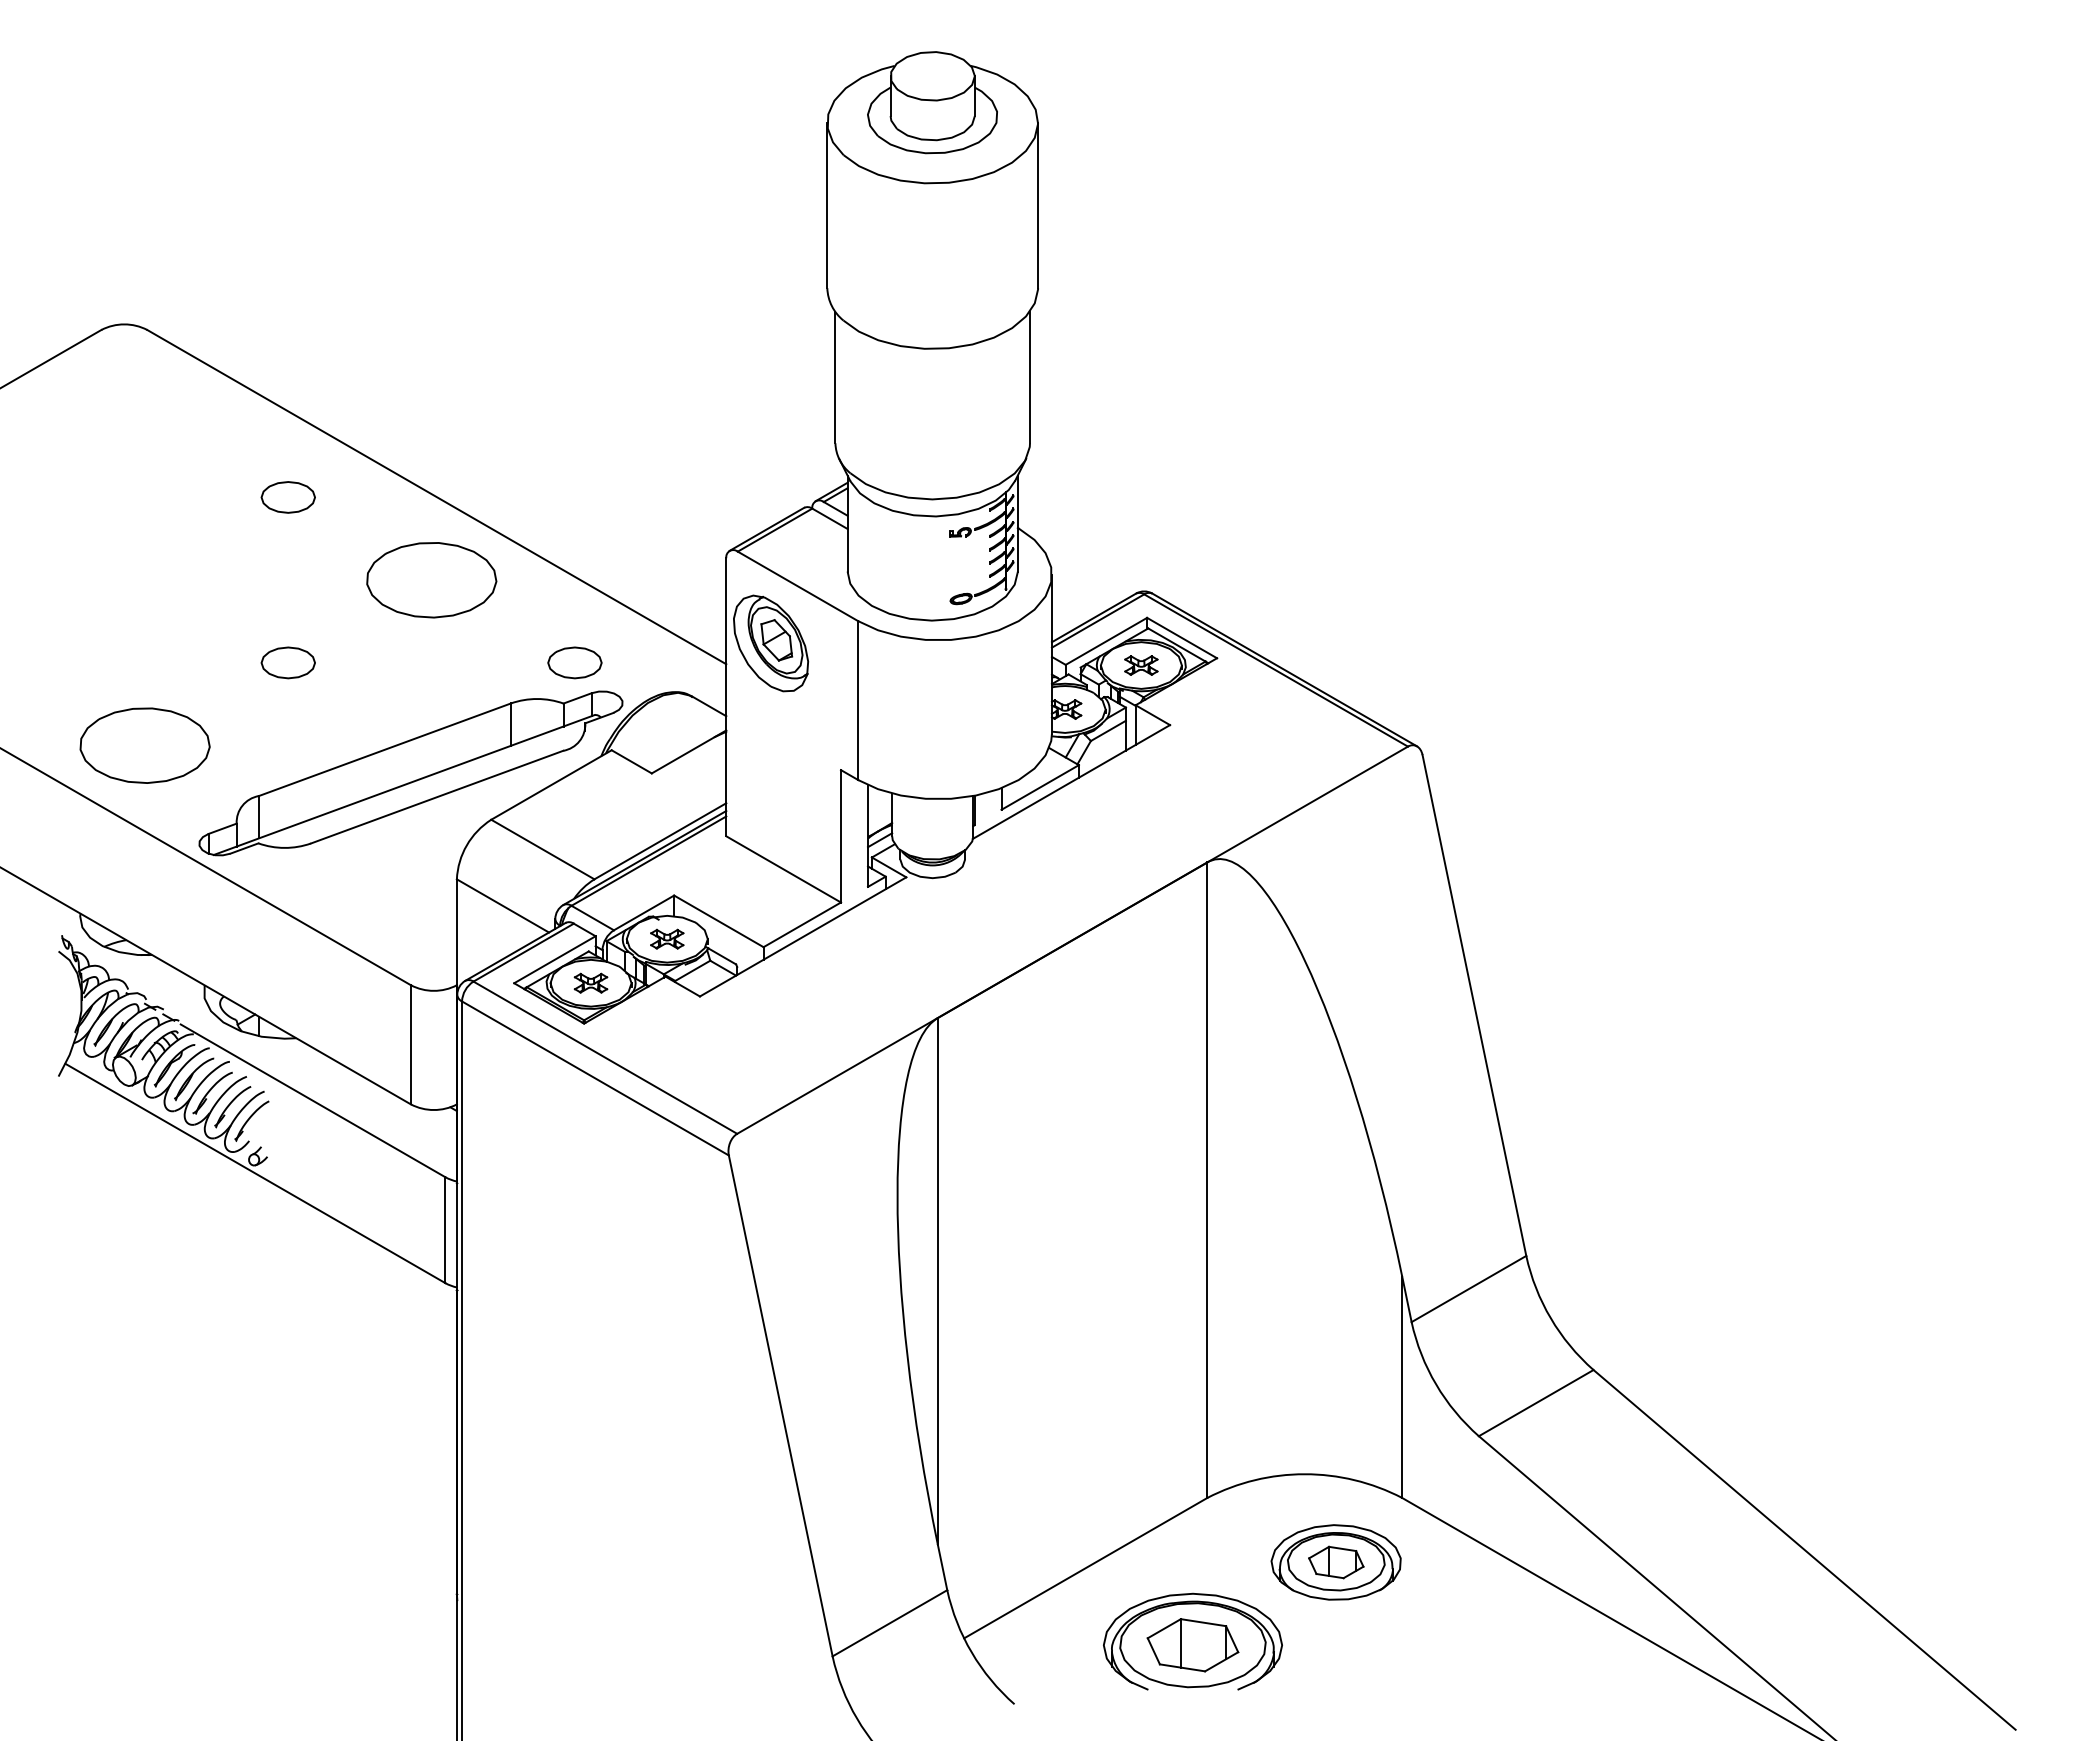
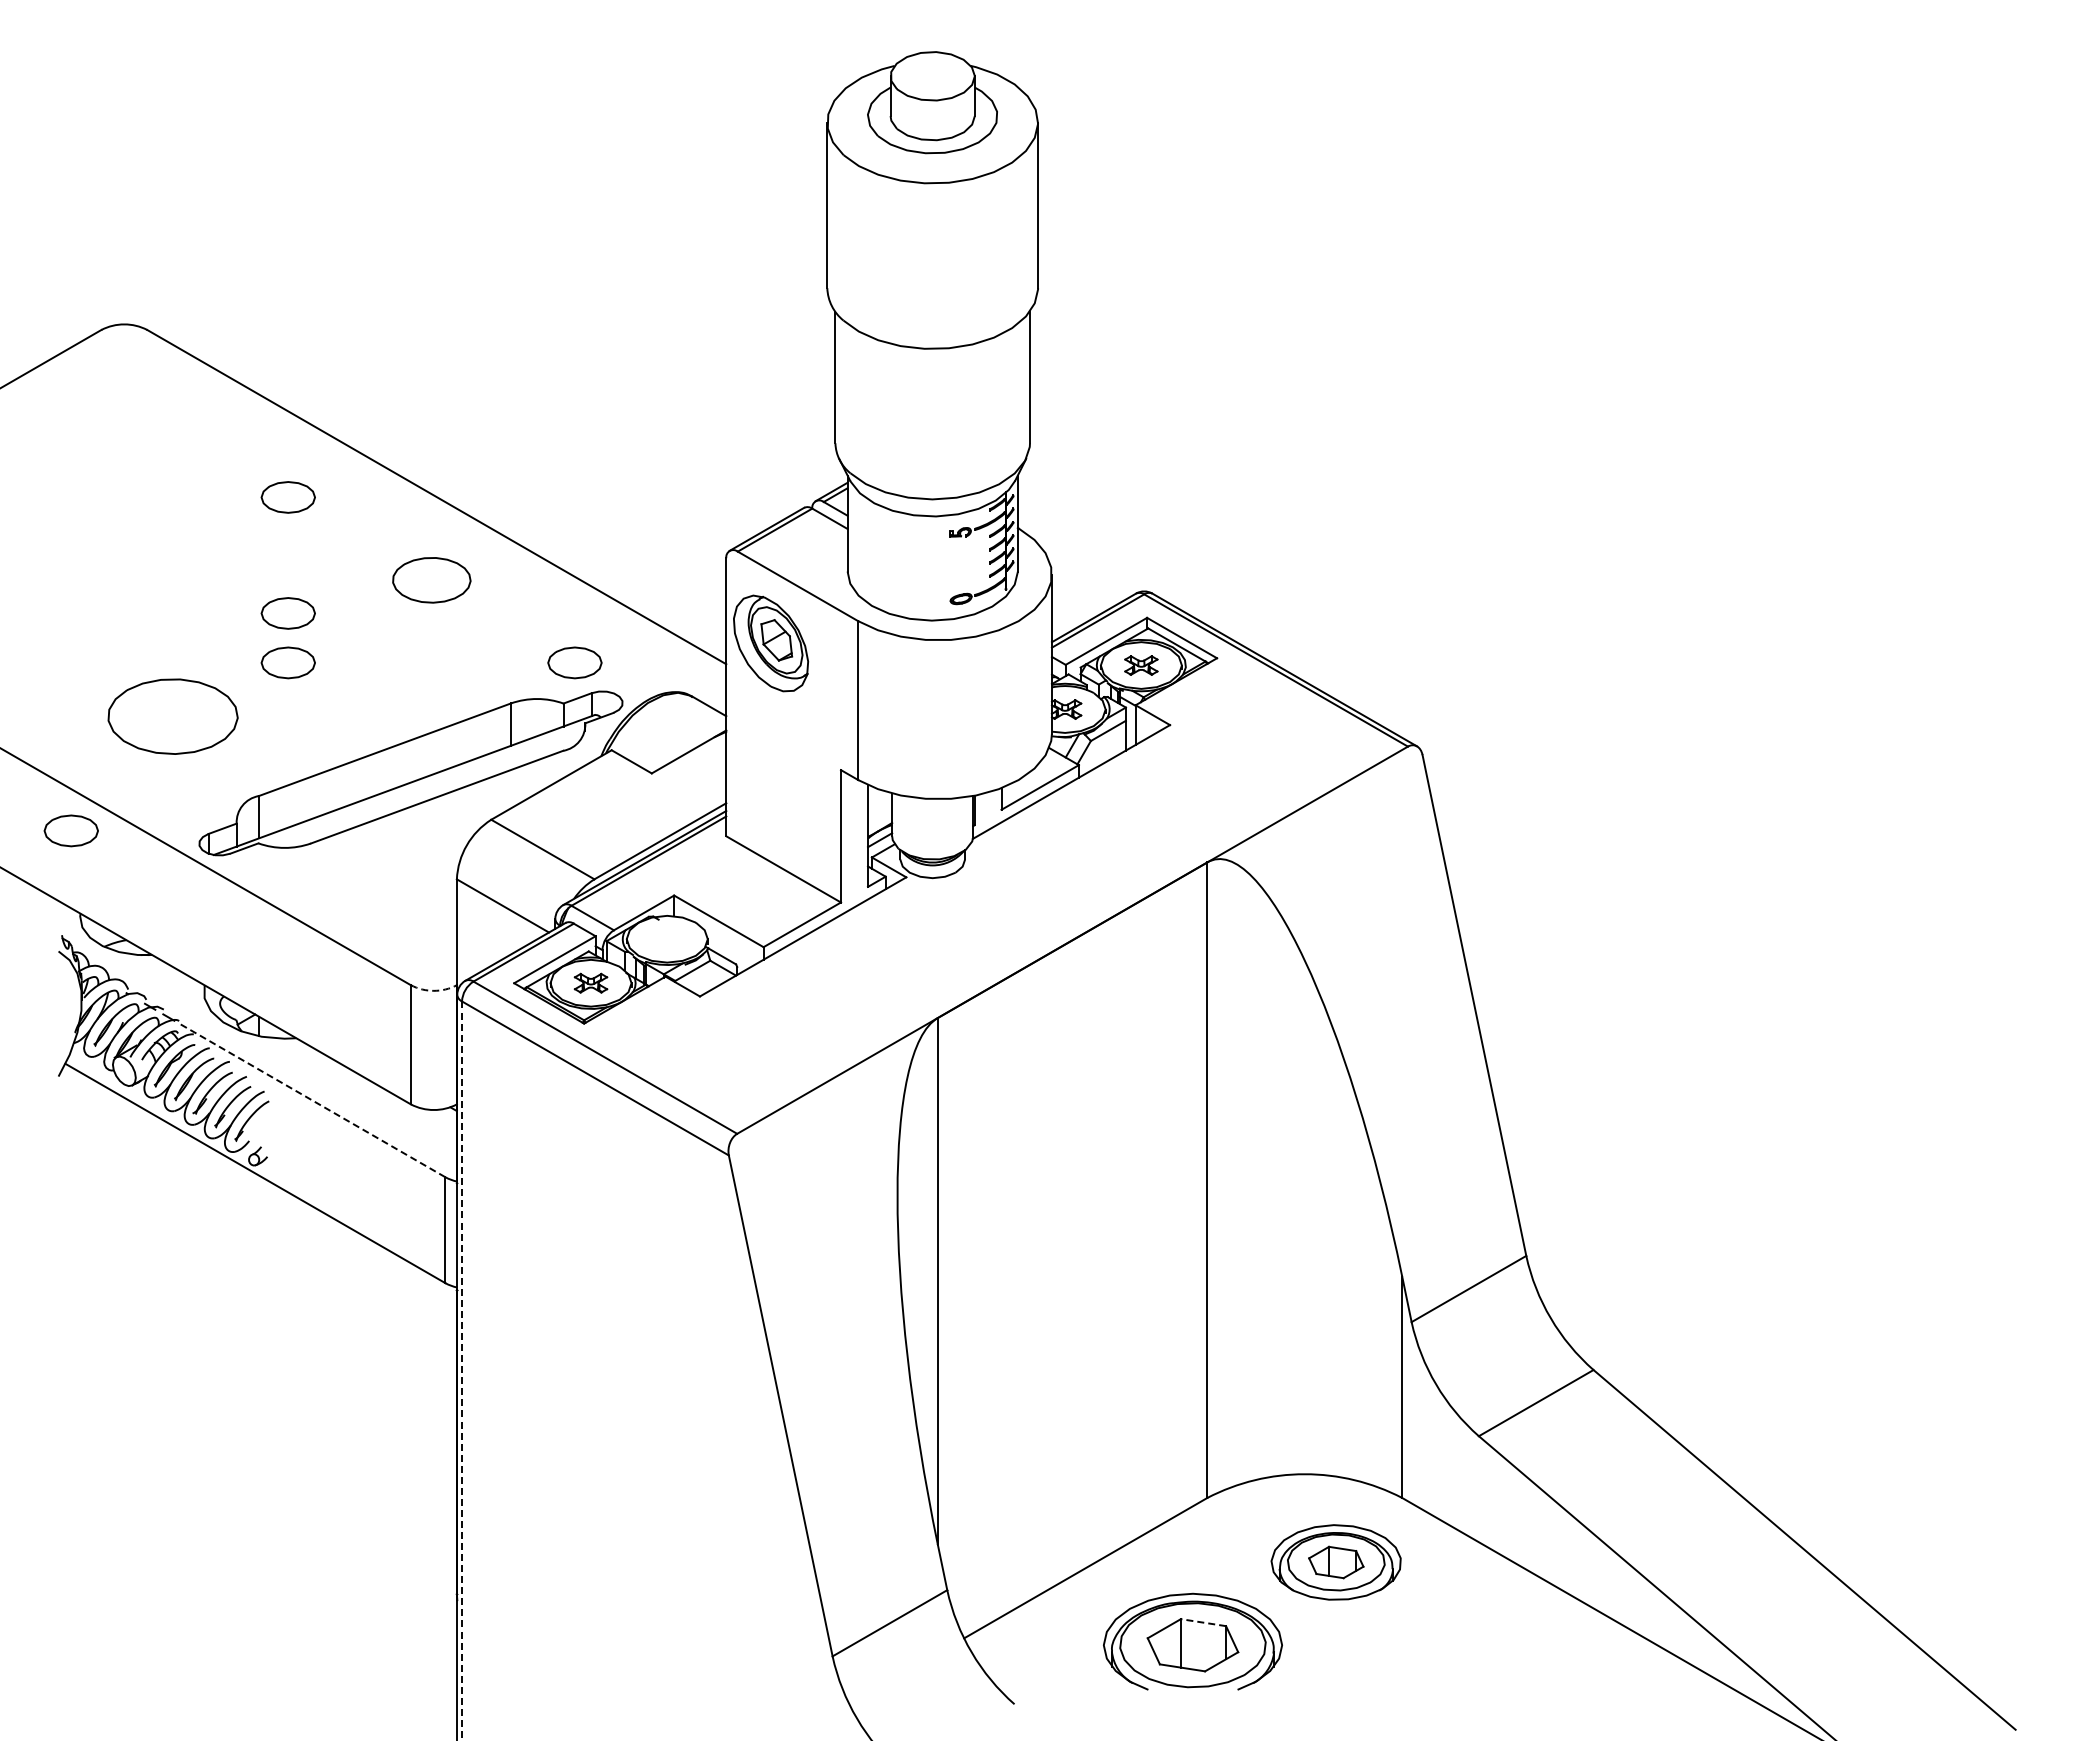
part at (431, 580) size: 132x77 px -> 80x47 px
part at (287, 613): none -> present
part at (144, 745) position: (144, 745) -> (172, 716)
part at (70, 830): none -> present
part at (667, 938): present -> none
arc at (433, 990): solid -> dashed
line at (313, 1100): solid -> dashed
line at (462, 1371): solid -> dashed
line at (1203, 1622): solid -> dashed
